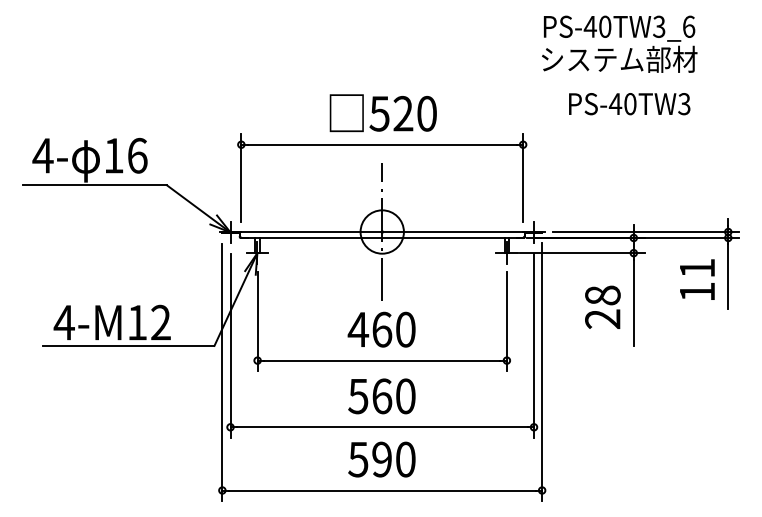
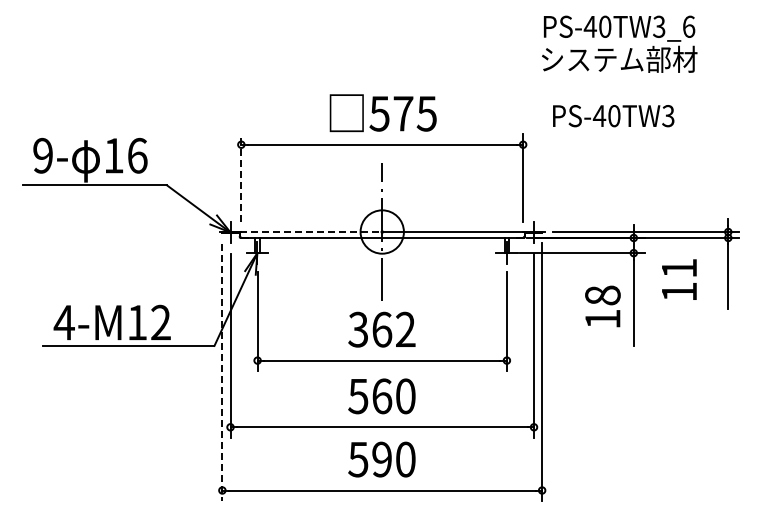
text at (629, 104) position: (629, 104) -> (613, 116)
text at (414, 113): 520 -> 575
text at (42, 155): 4- -> 9-
line at (241, 177): solid -> dashed
line at (311, 232): solid -> dashed
text at (697, 279) position: (697, 279) -> (679, 279)
text at (602, 318): 28 -> 18
text at (381, 329): 460 -> 362
line at (222, 372): solid -> dashed
